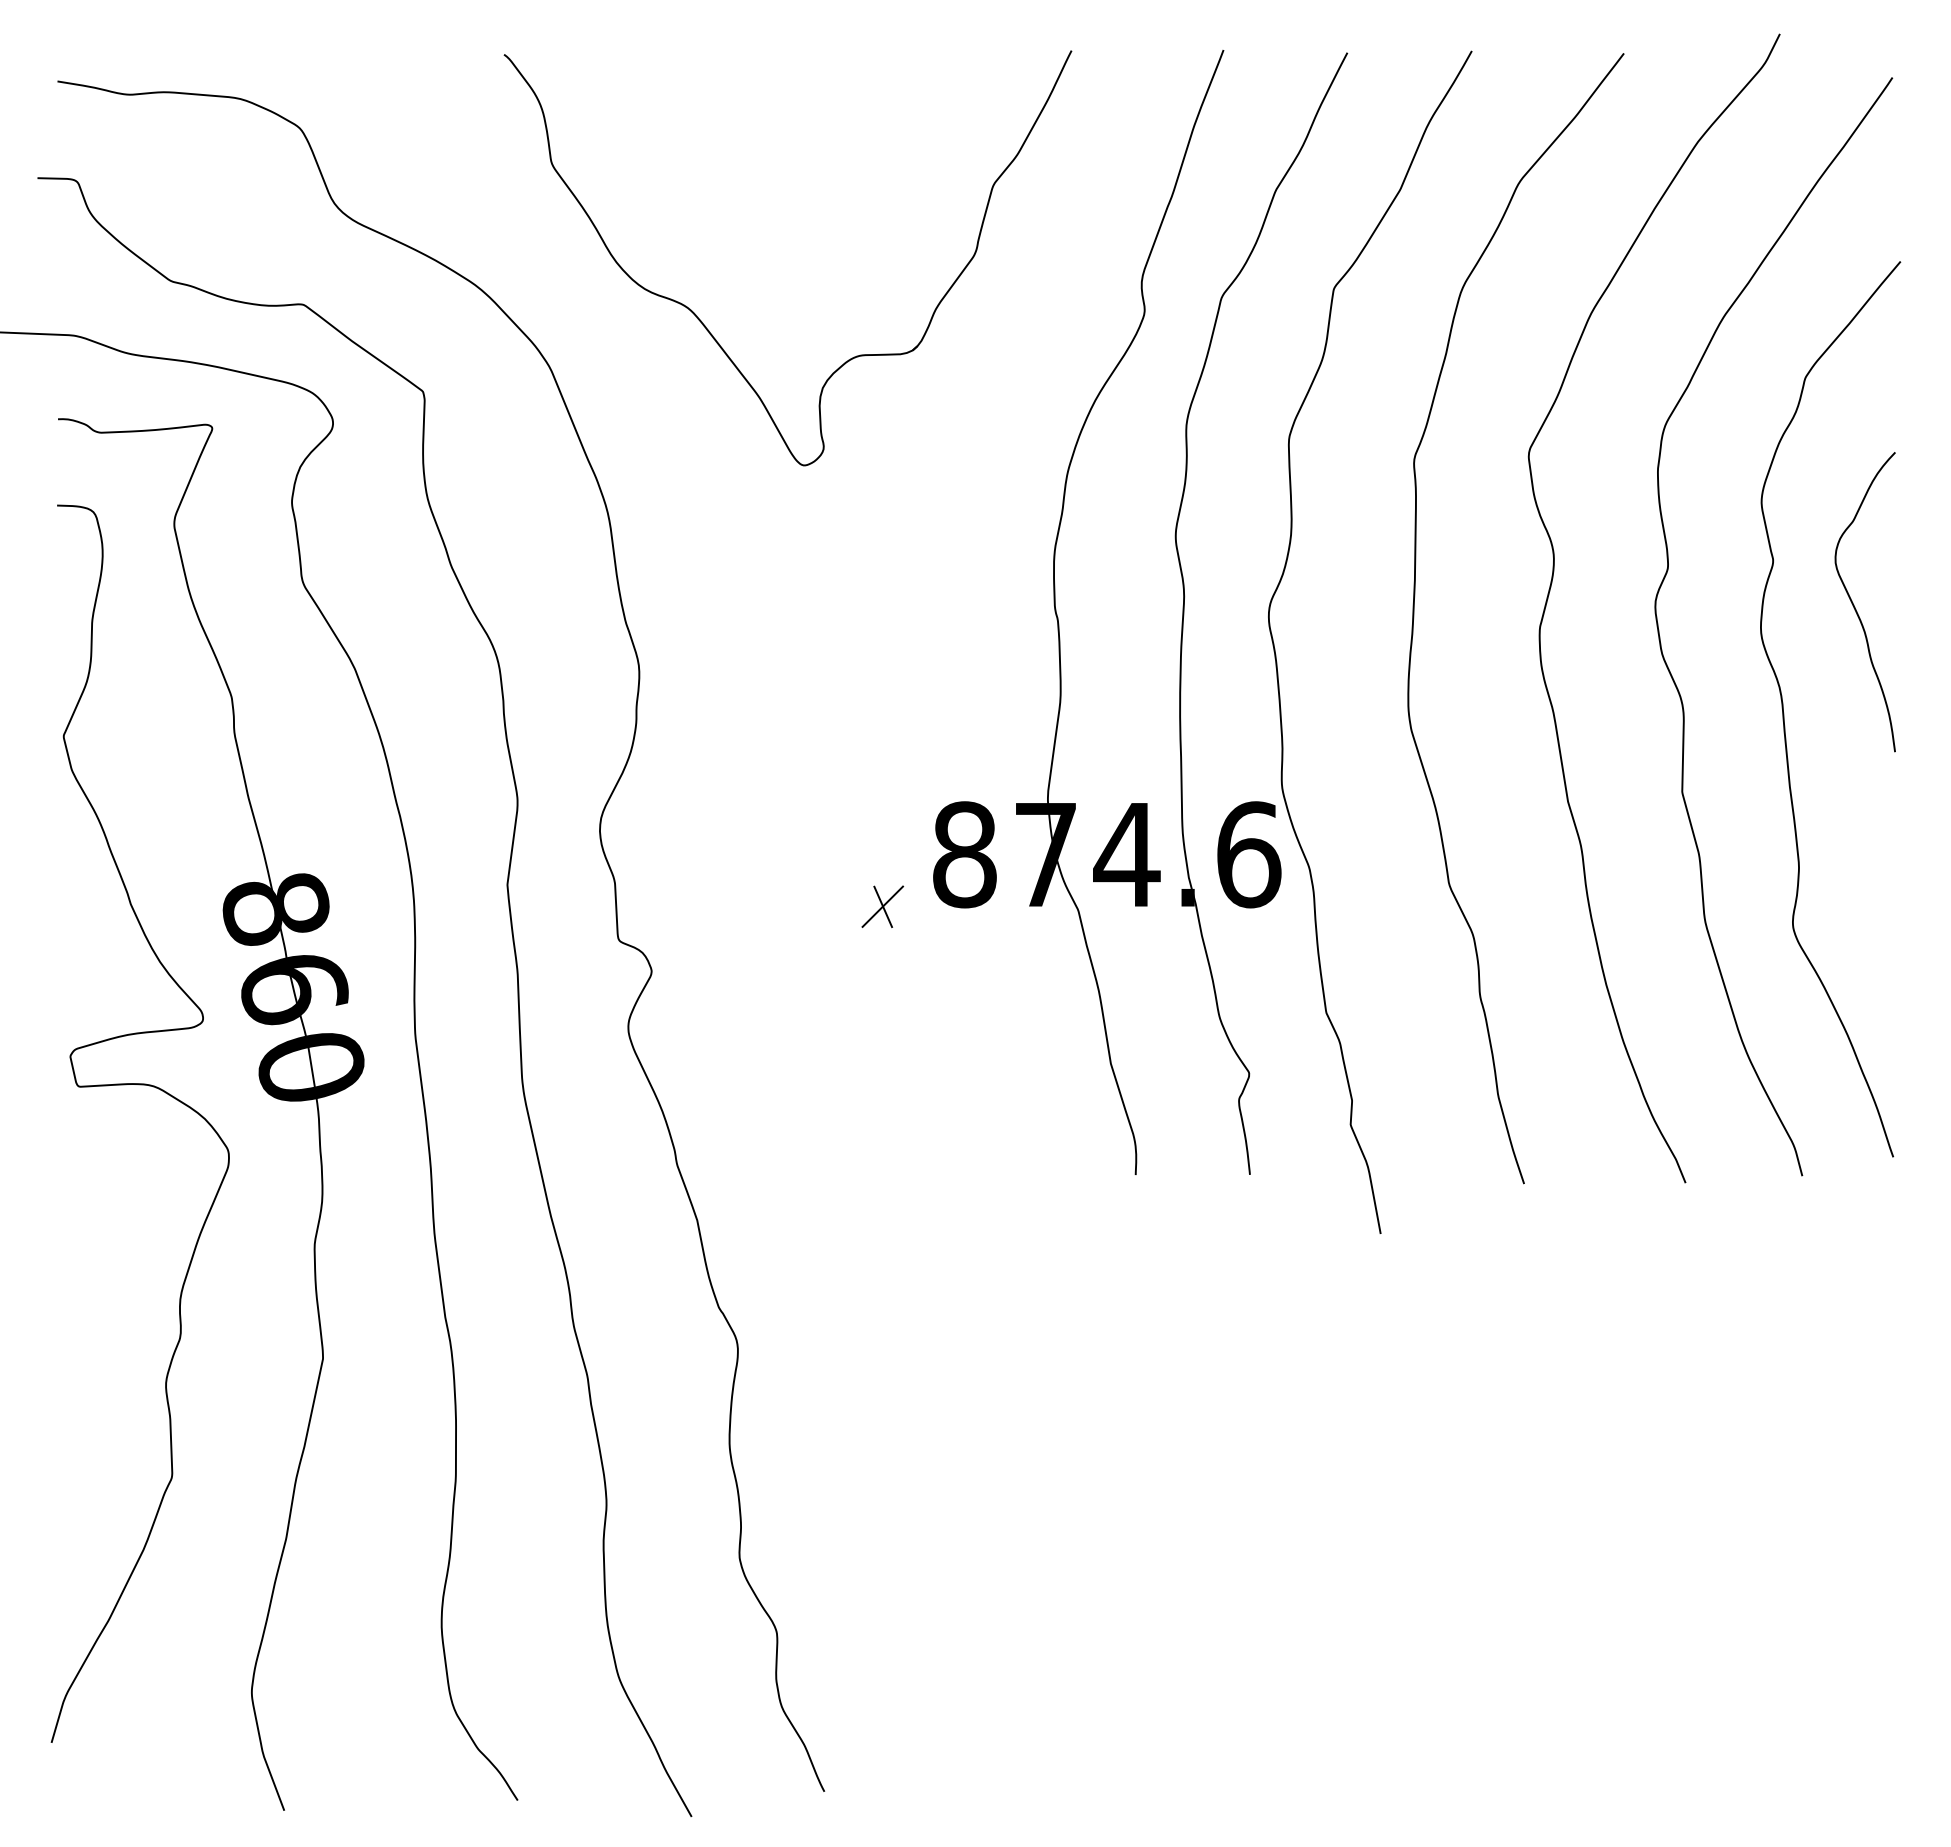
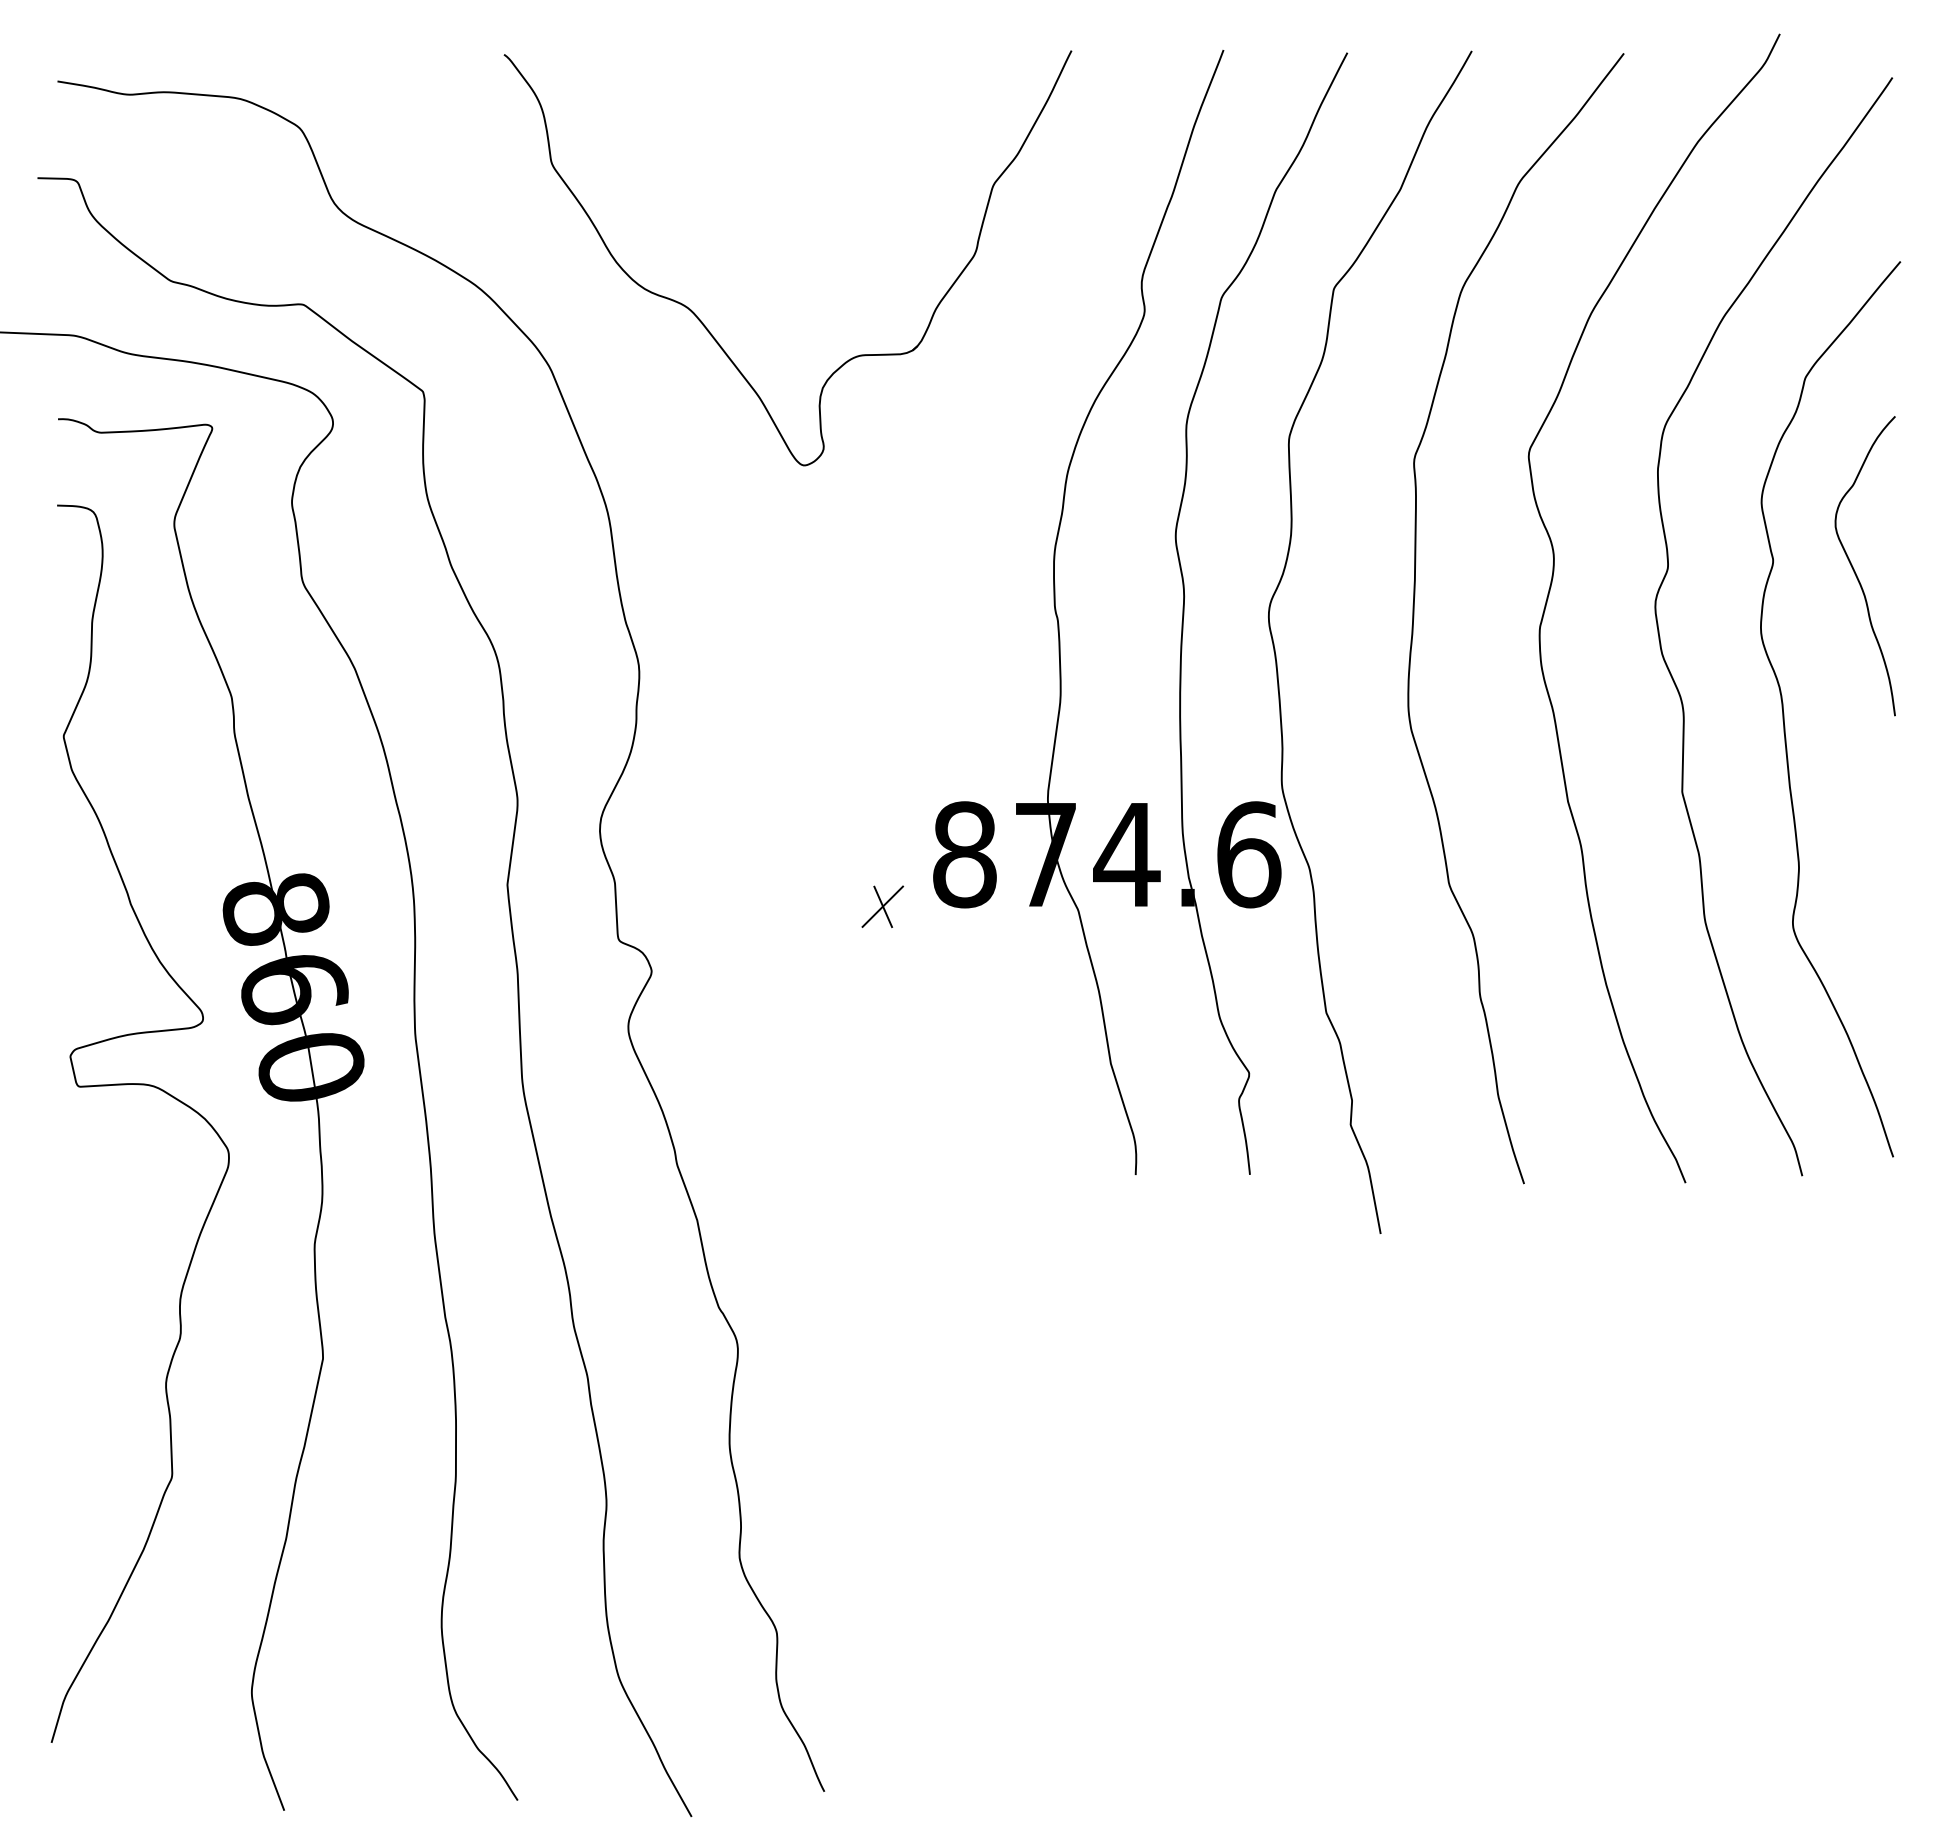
curve at (1855, 607) position: (1855, 607) -> (1855, 571)
